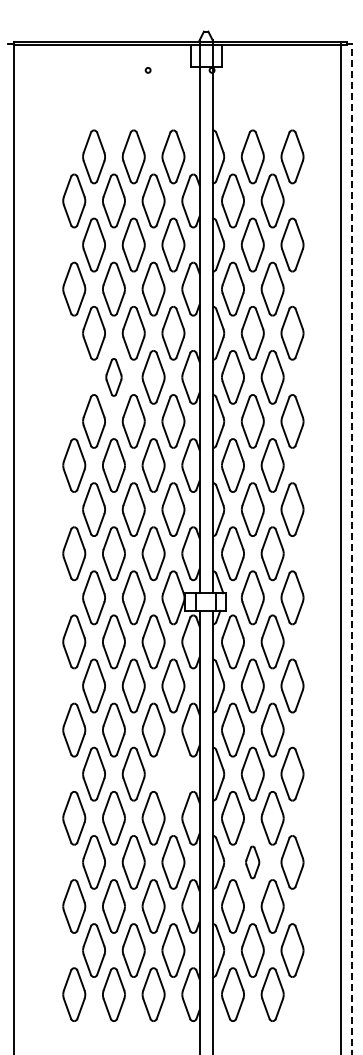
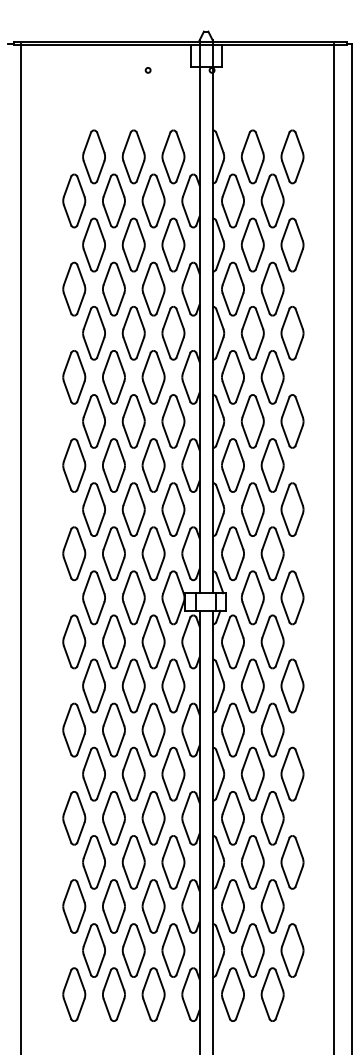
part at (74, 377): none -> present
part at (113, 377) size: 18x39 px -> 24x55 px
line at (14, 547) position: (14, 547) -> (21, 547)
line at (341, 547) position: (341, 547) -> (334, 547)
line at (352, 549): dashed -> solid
part at (173, 773): none -> present
part at (252, 862) size: 16x35 px -> 25x55 px
